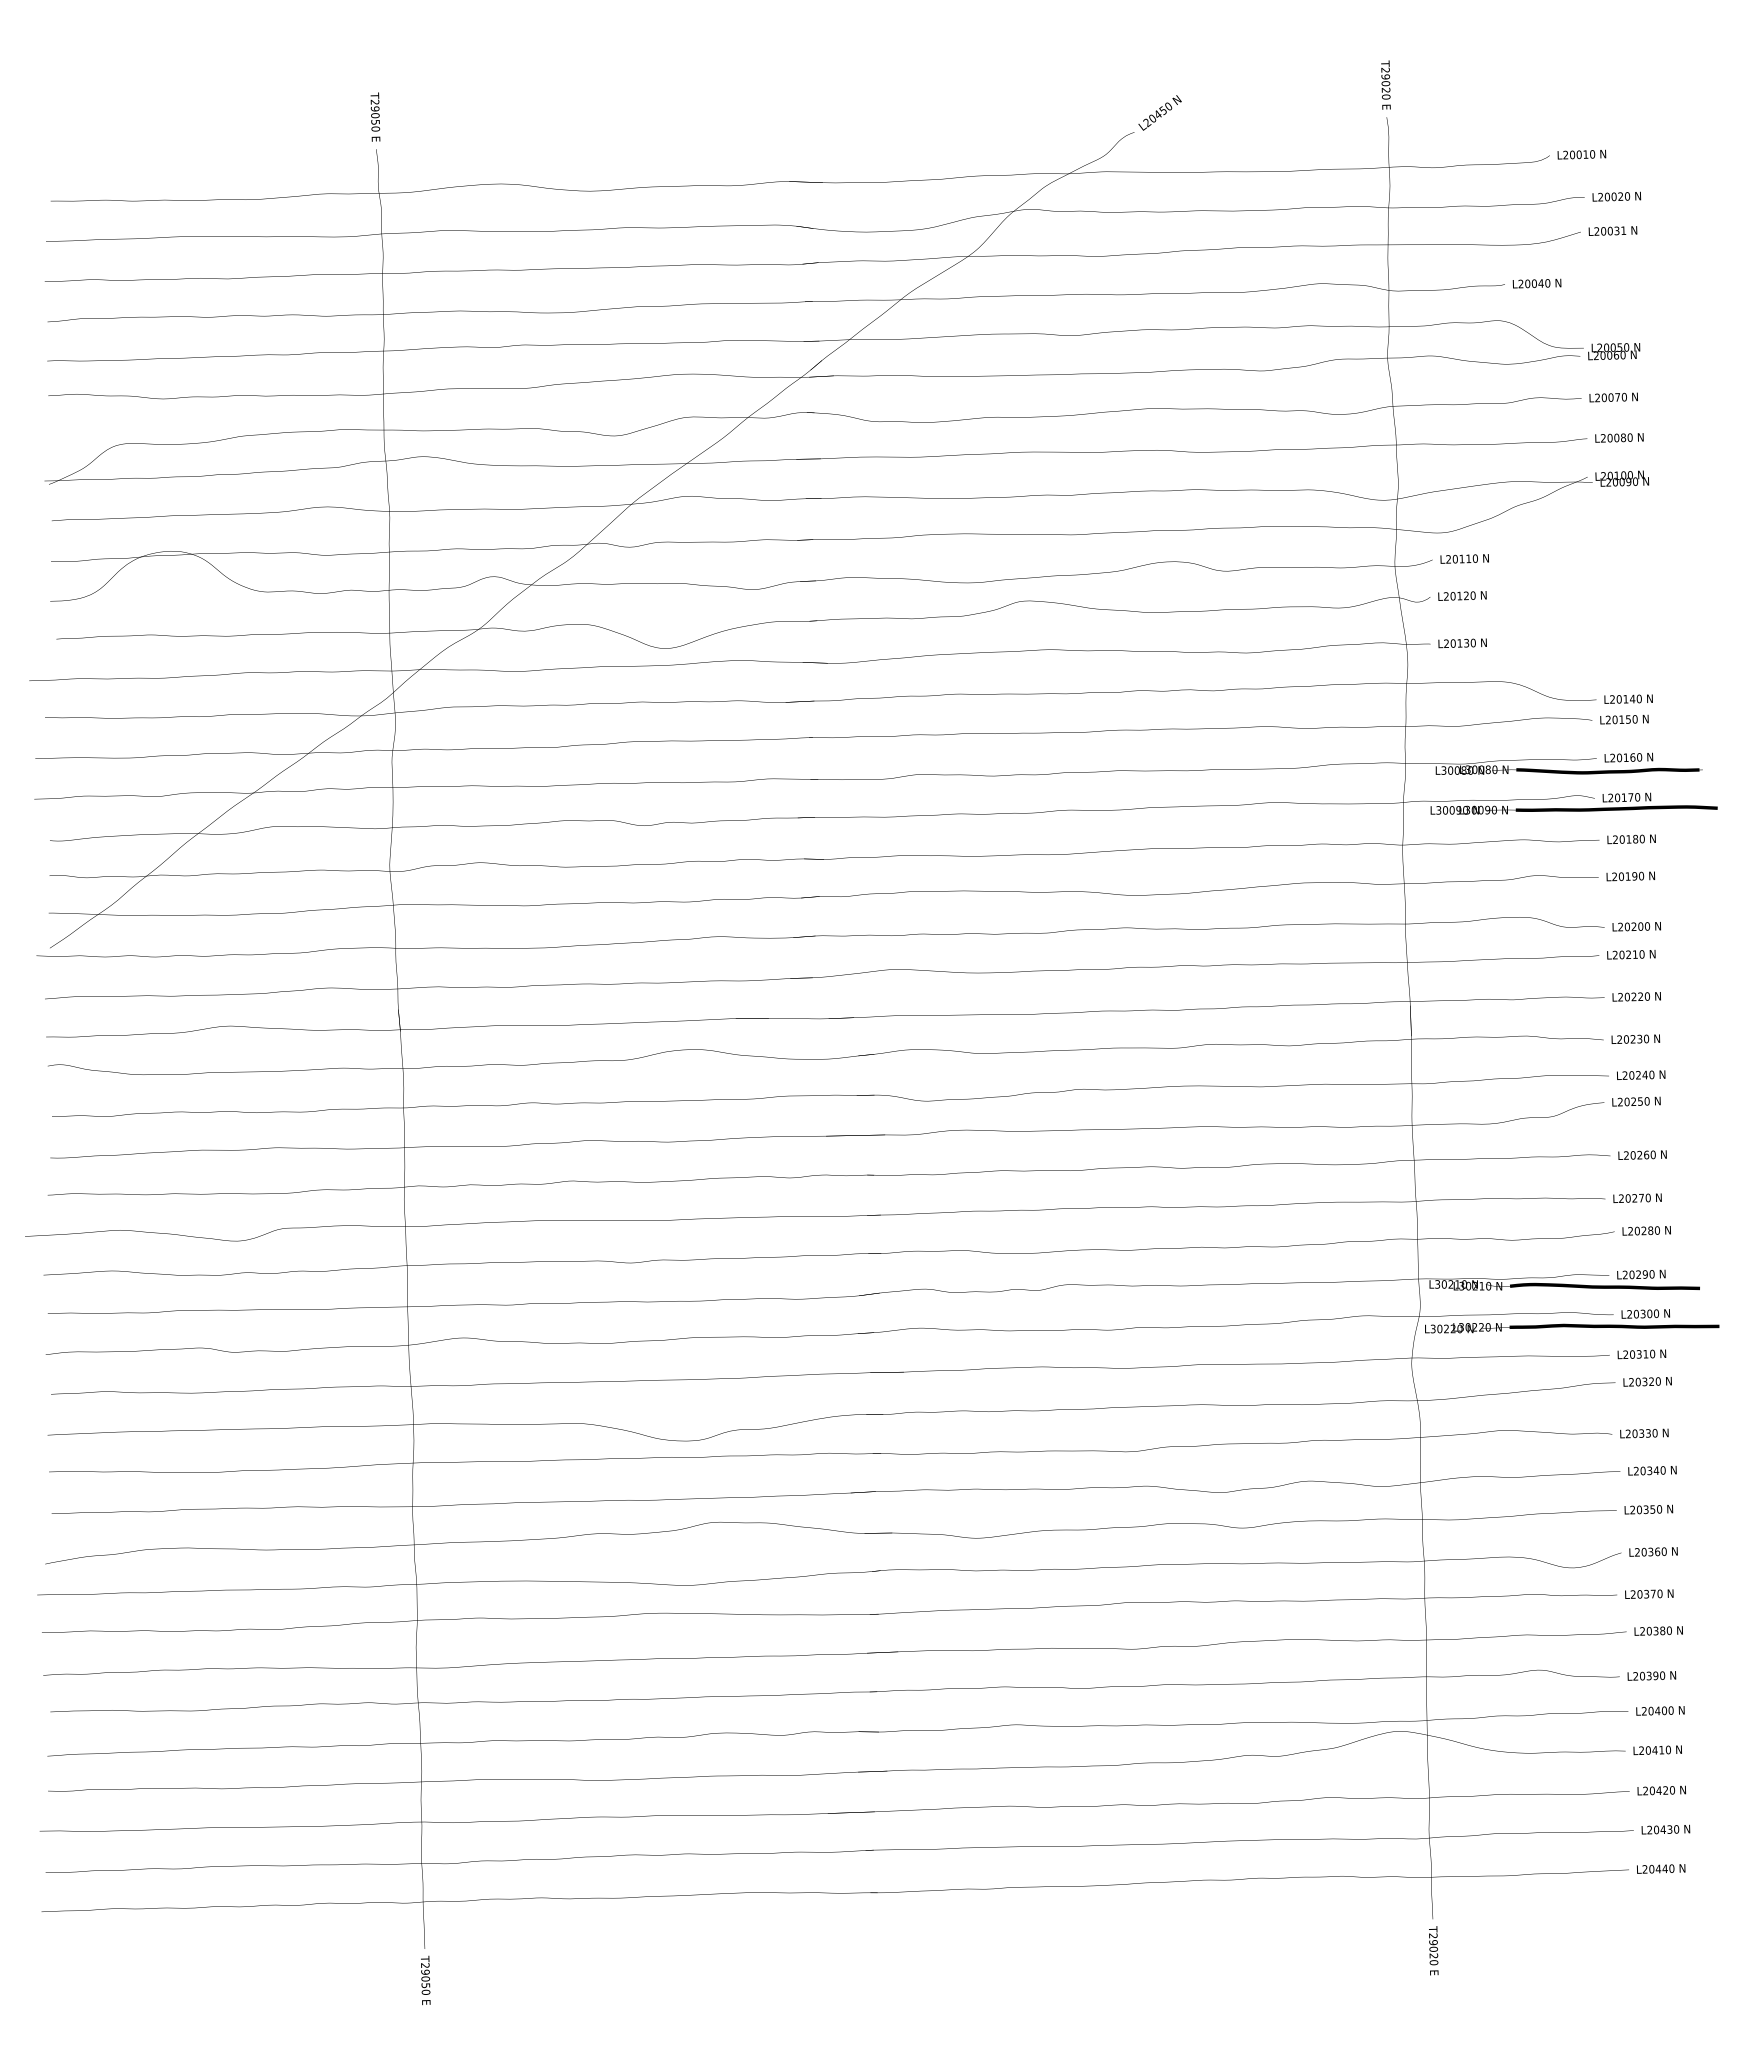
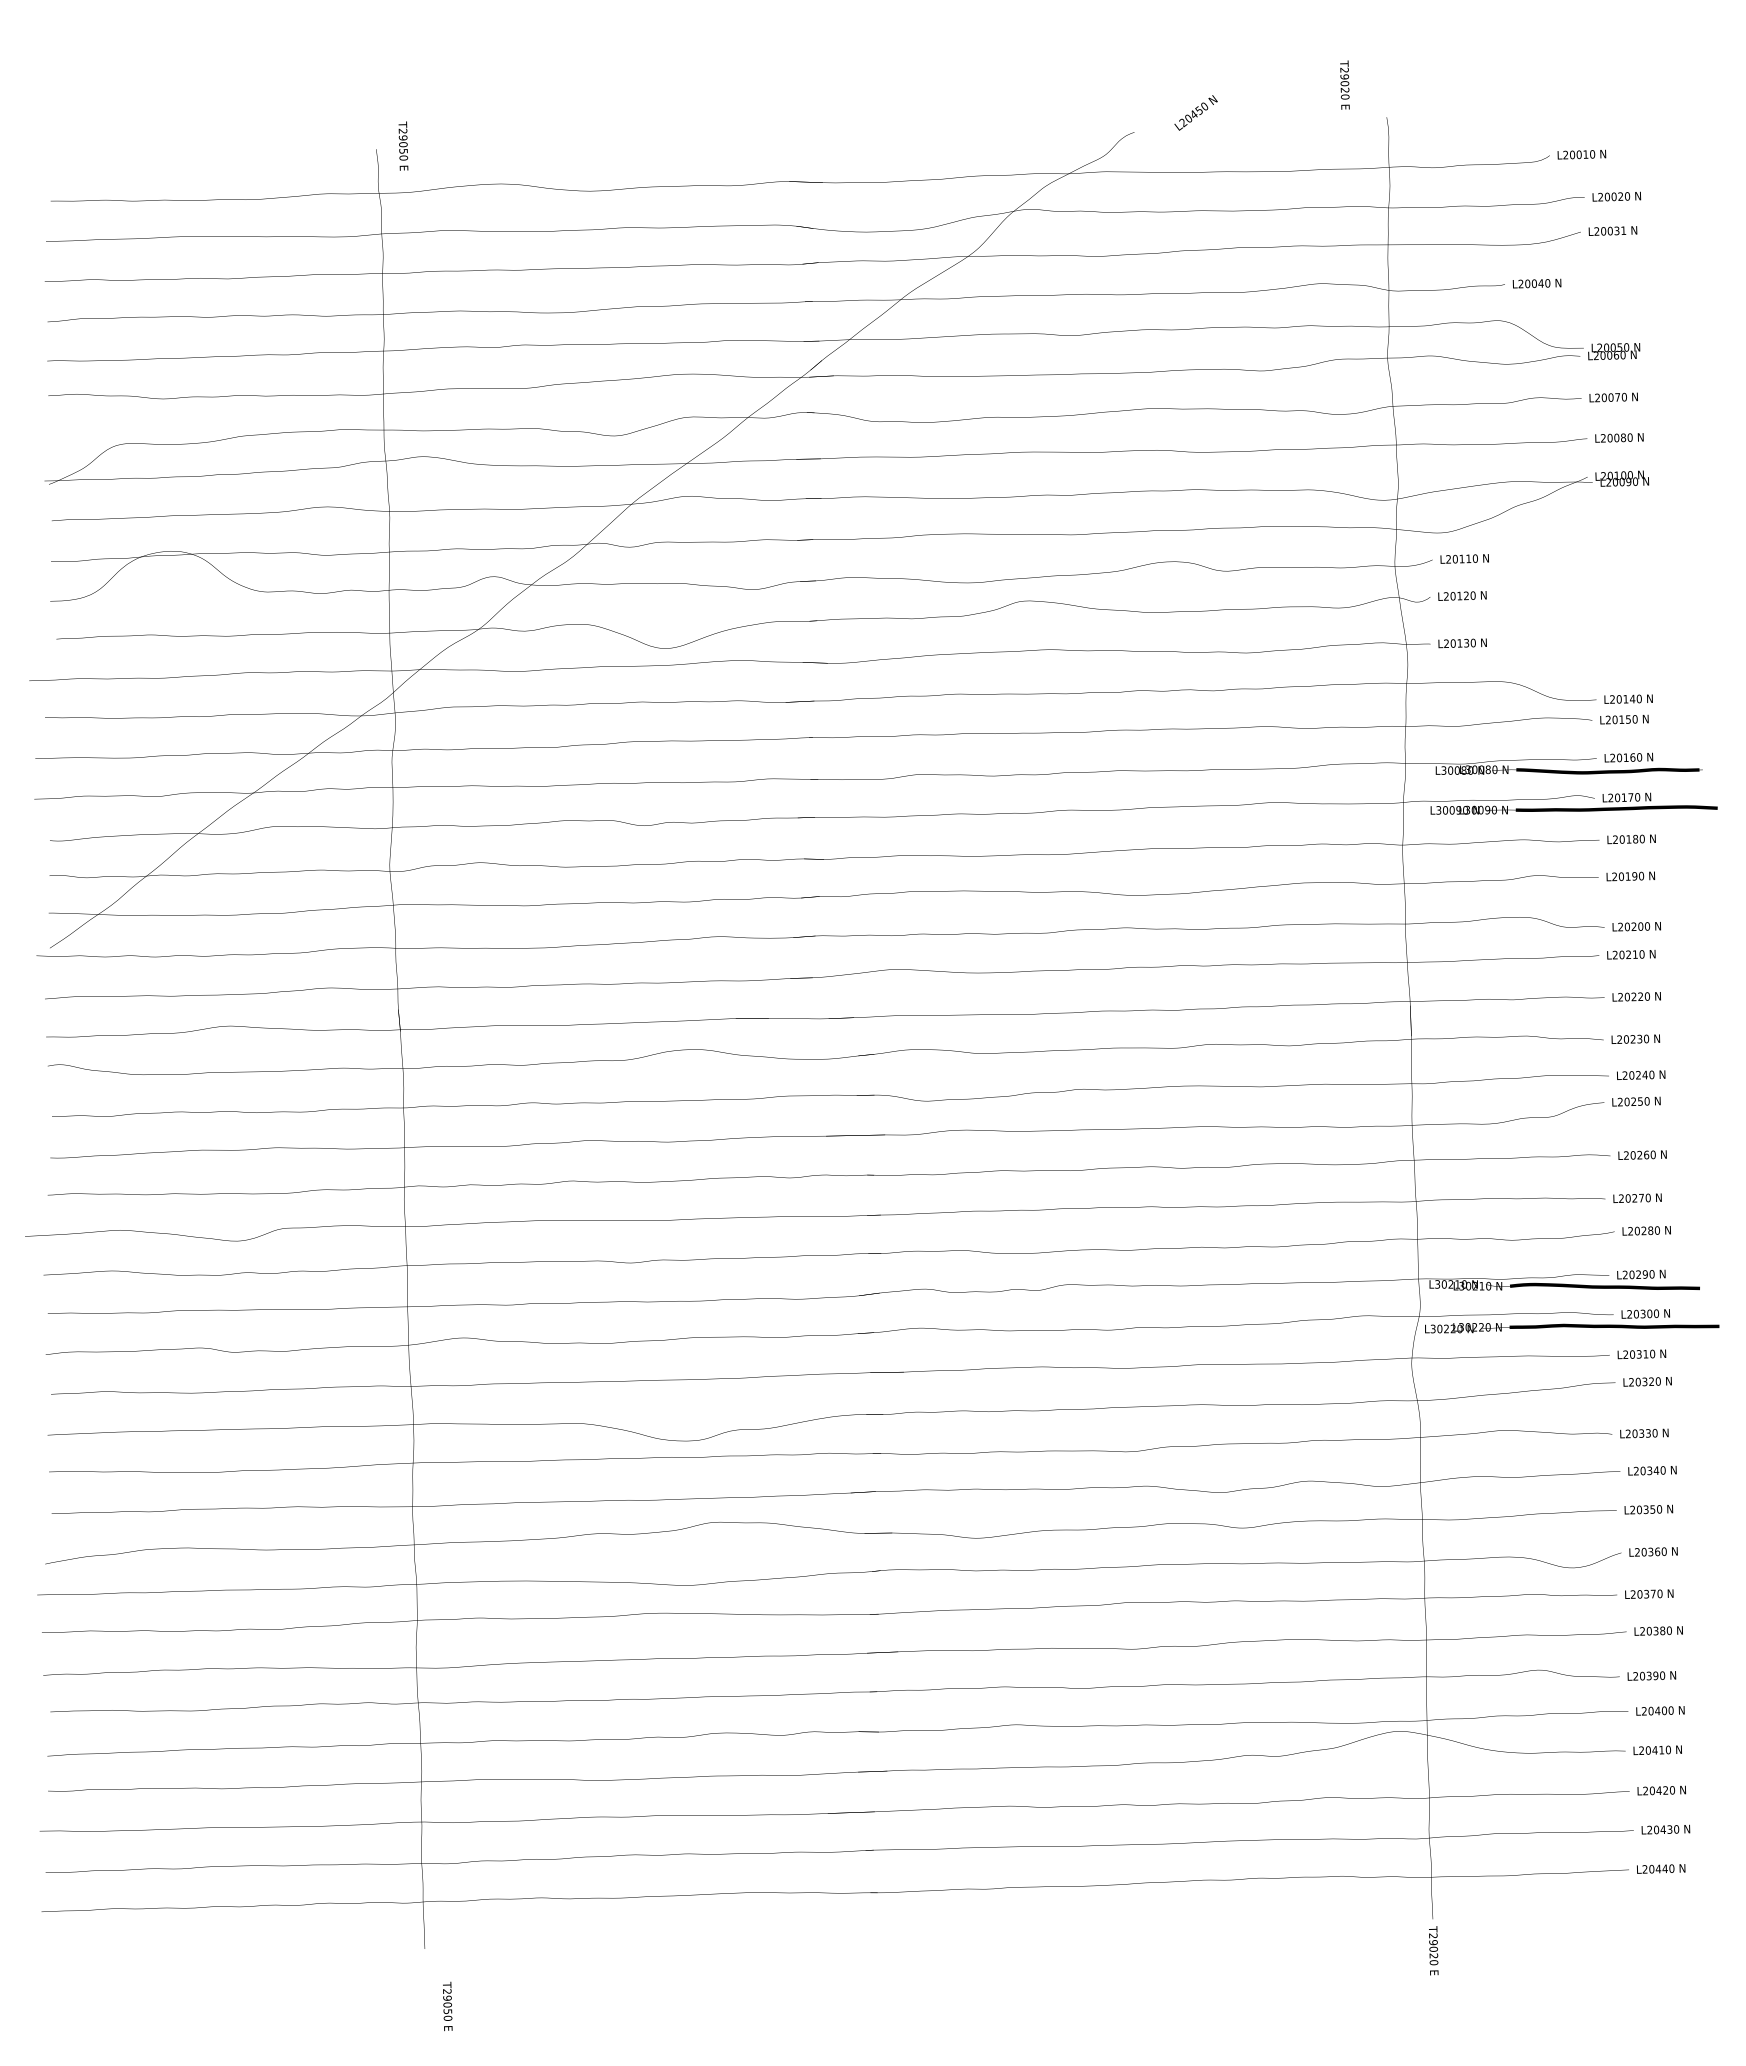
text at (1385, 84) position: (1385, 84) -> (1344, 84)
text at (1159, 112) position: (1159, 112) -> (1195, 112)
text at (375, 116) position: (375, 116) -> (403, 145)
text at (425, 1980) position: (425, 1980) -> (447, 2006)
